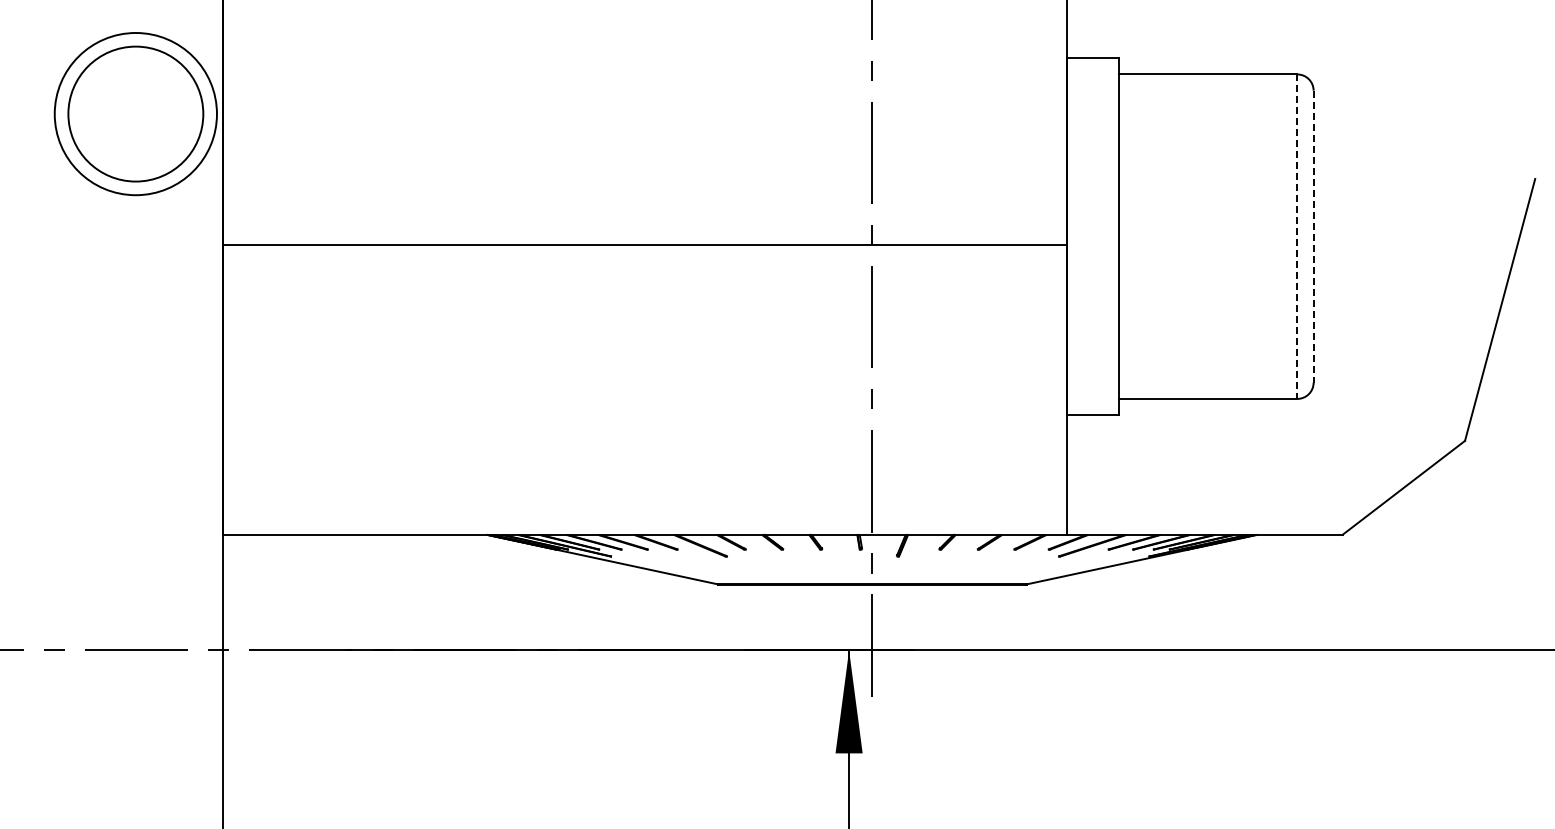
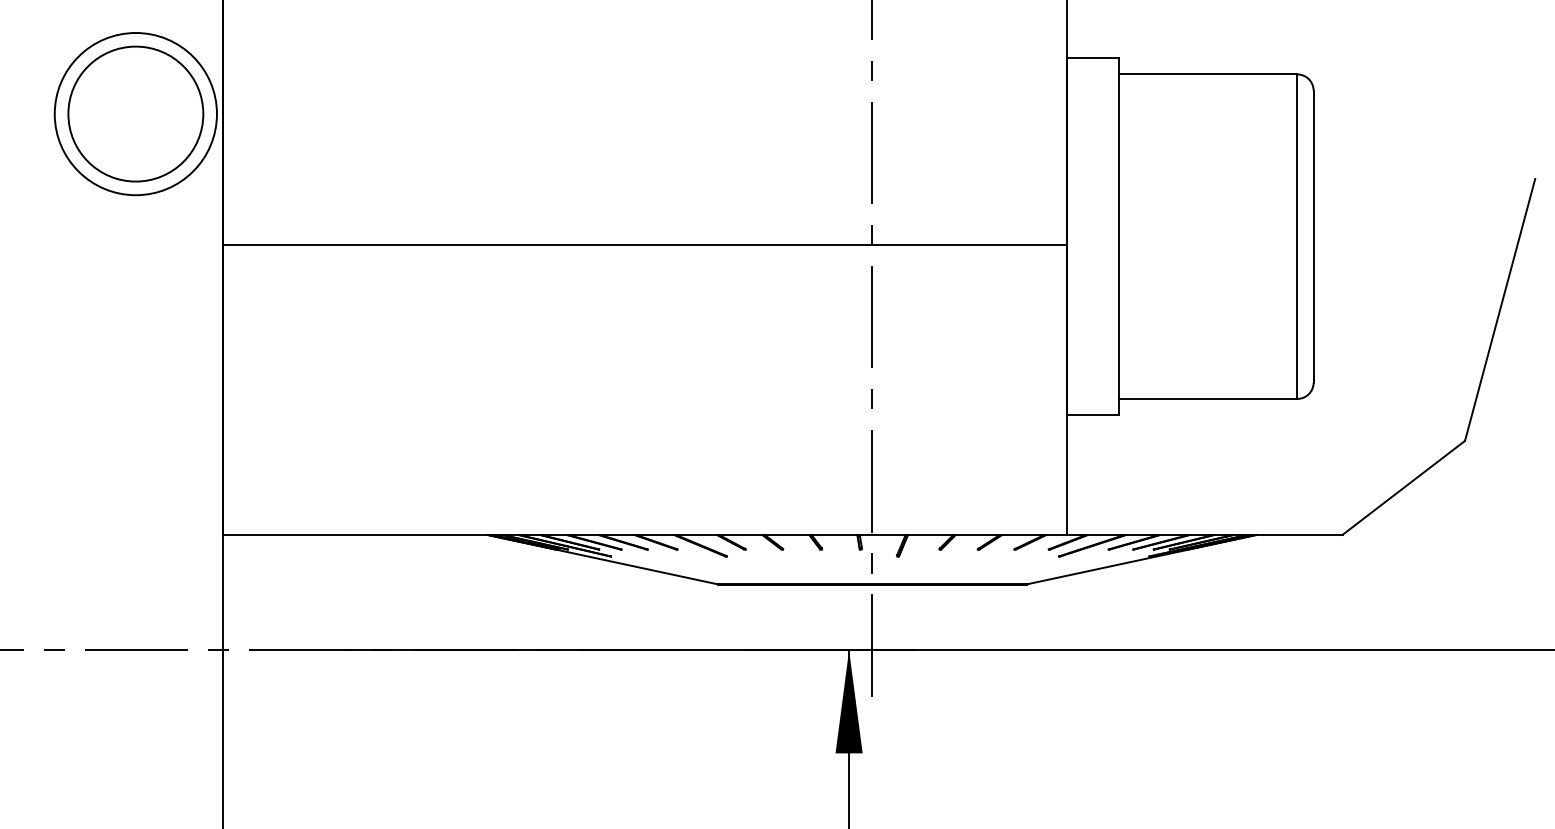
line at (1297, 237): dashed -> solid
line at (1313, 237): dashed -> solid
